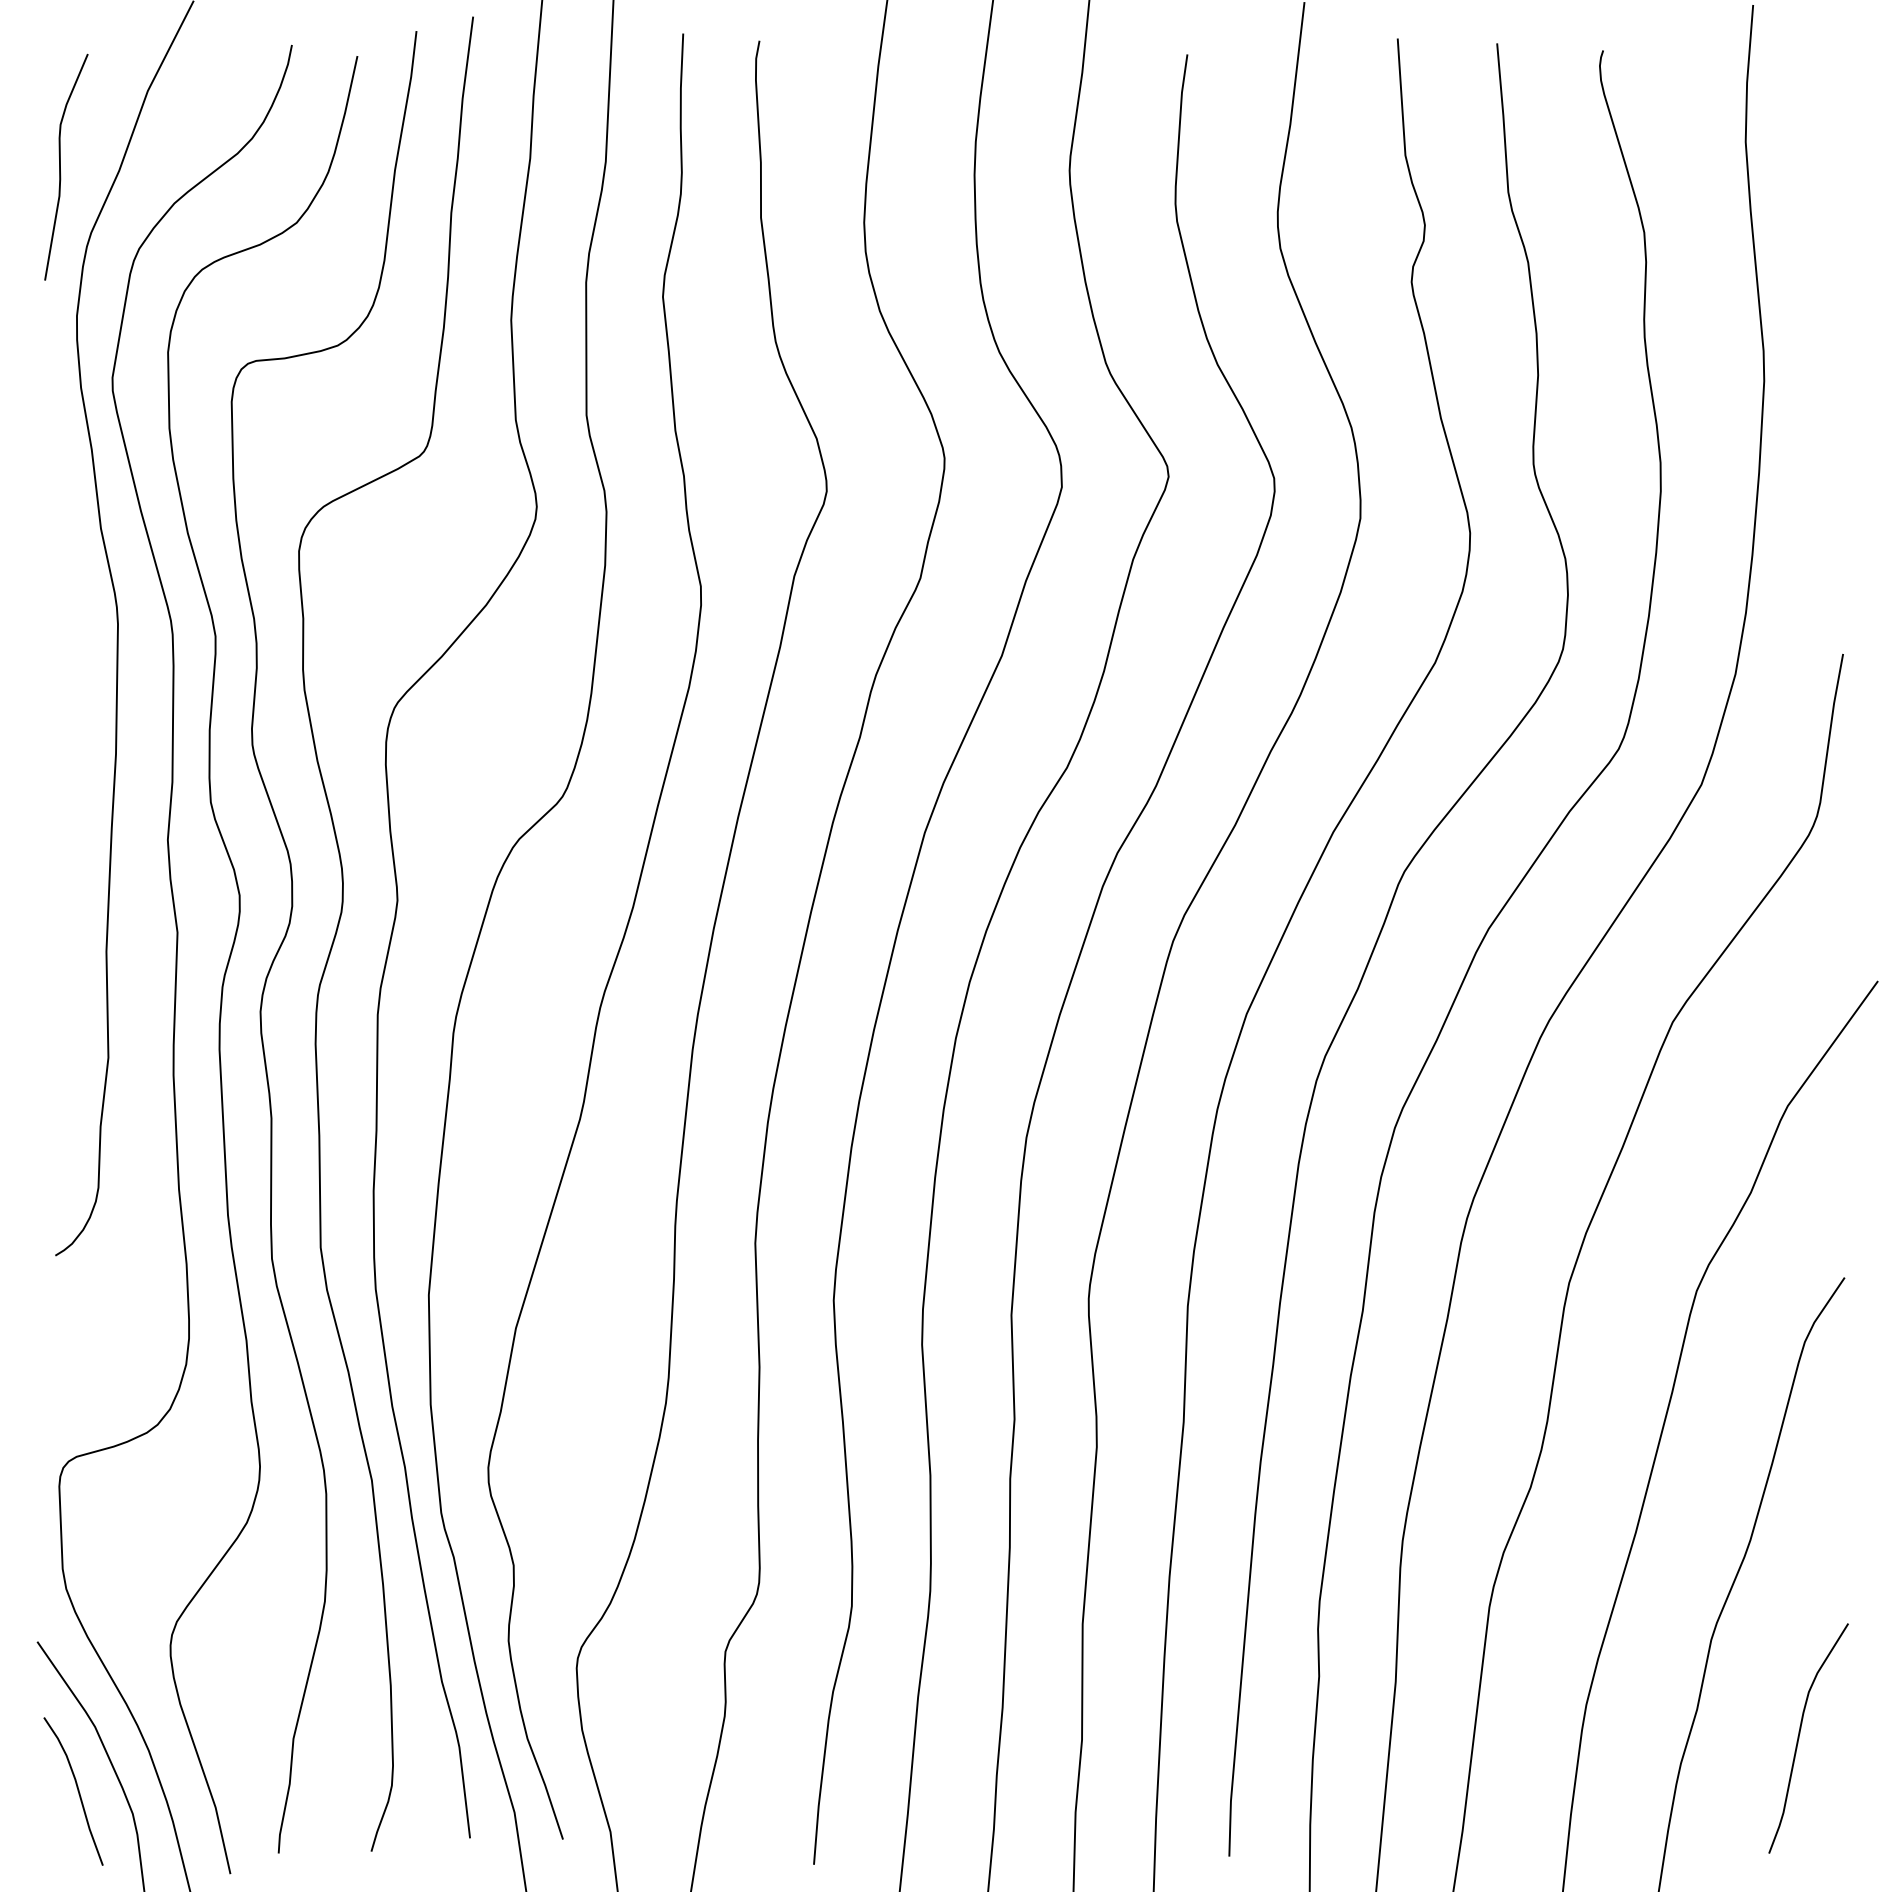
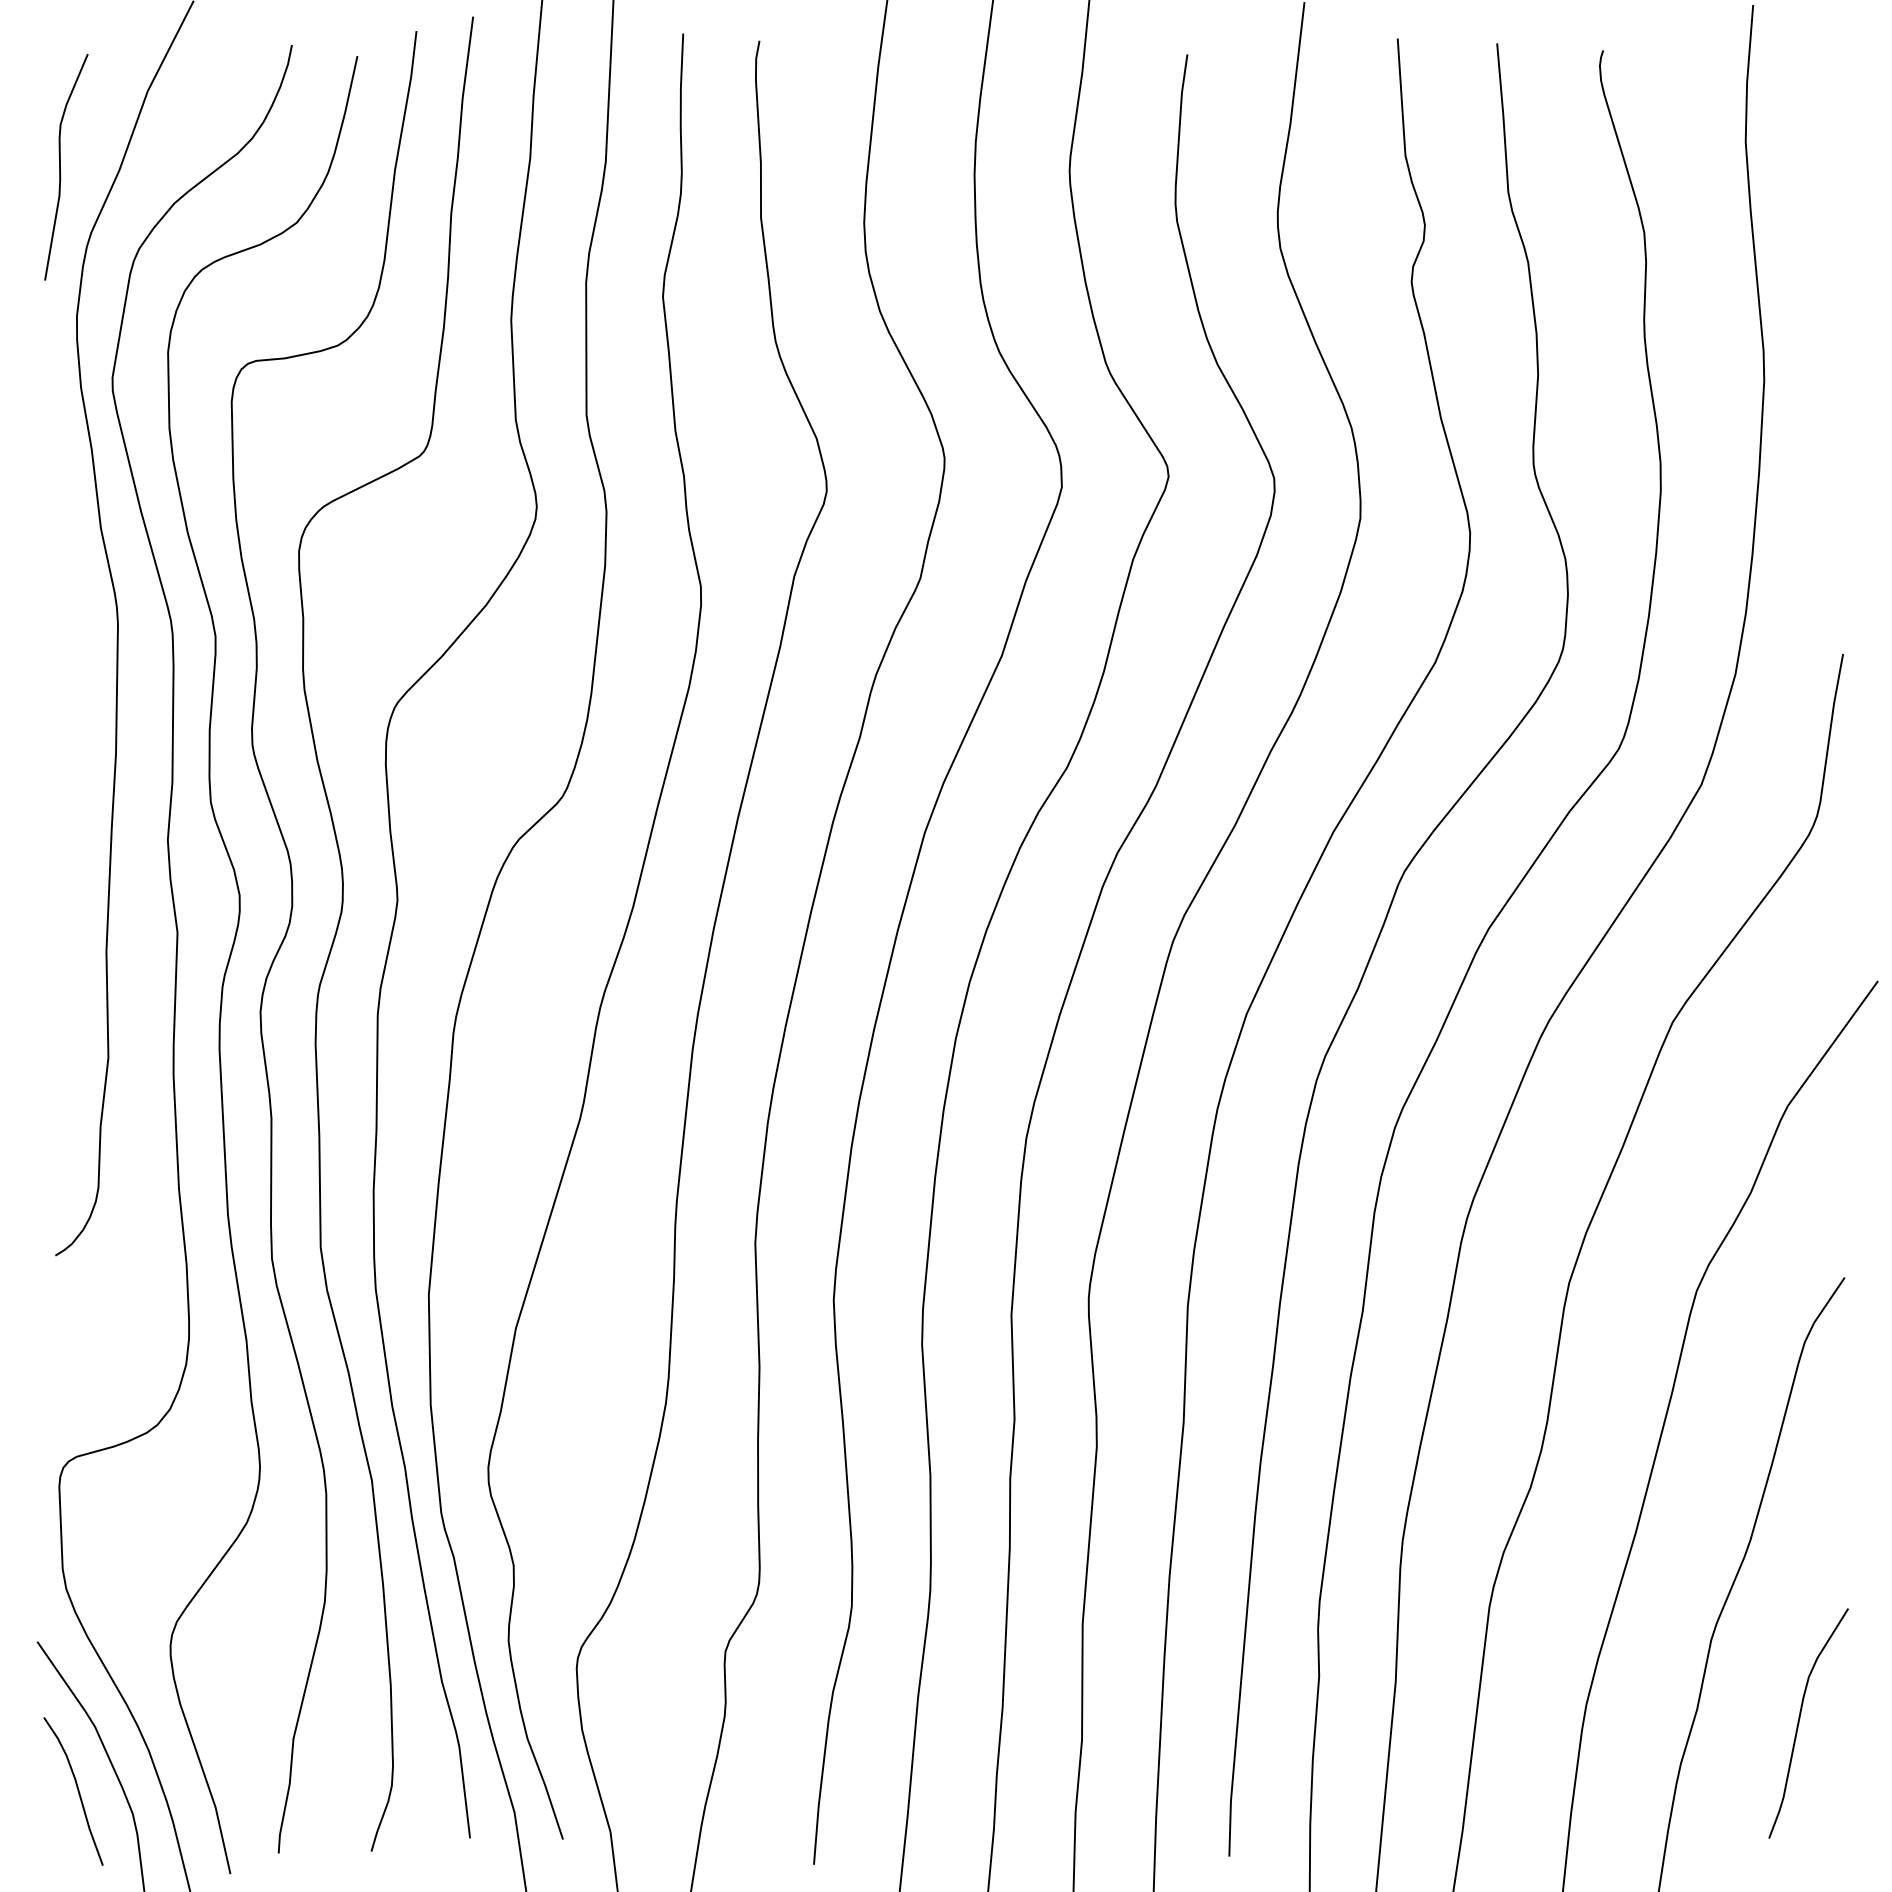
curve at (1799, 1738) position: (1799, 1738) -> (1799, 1723)
